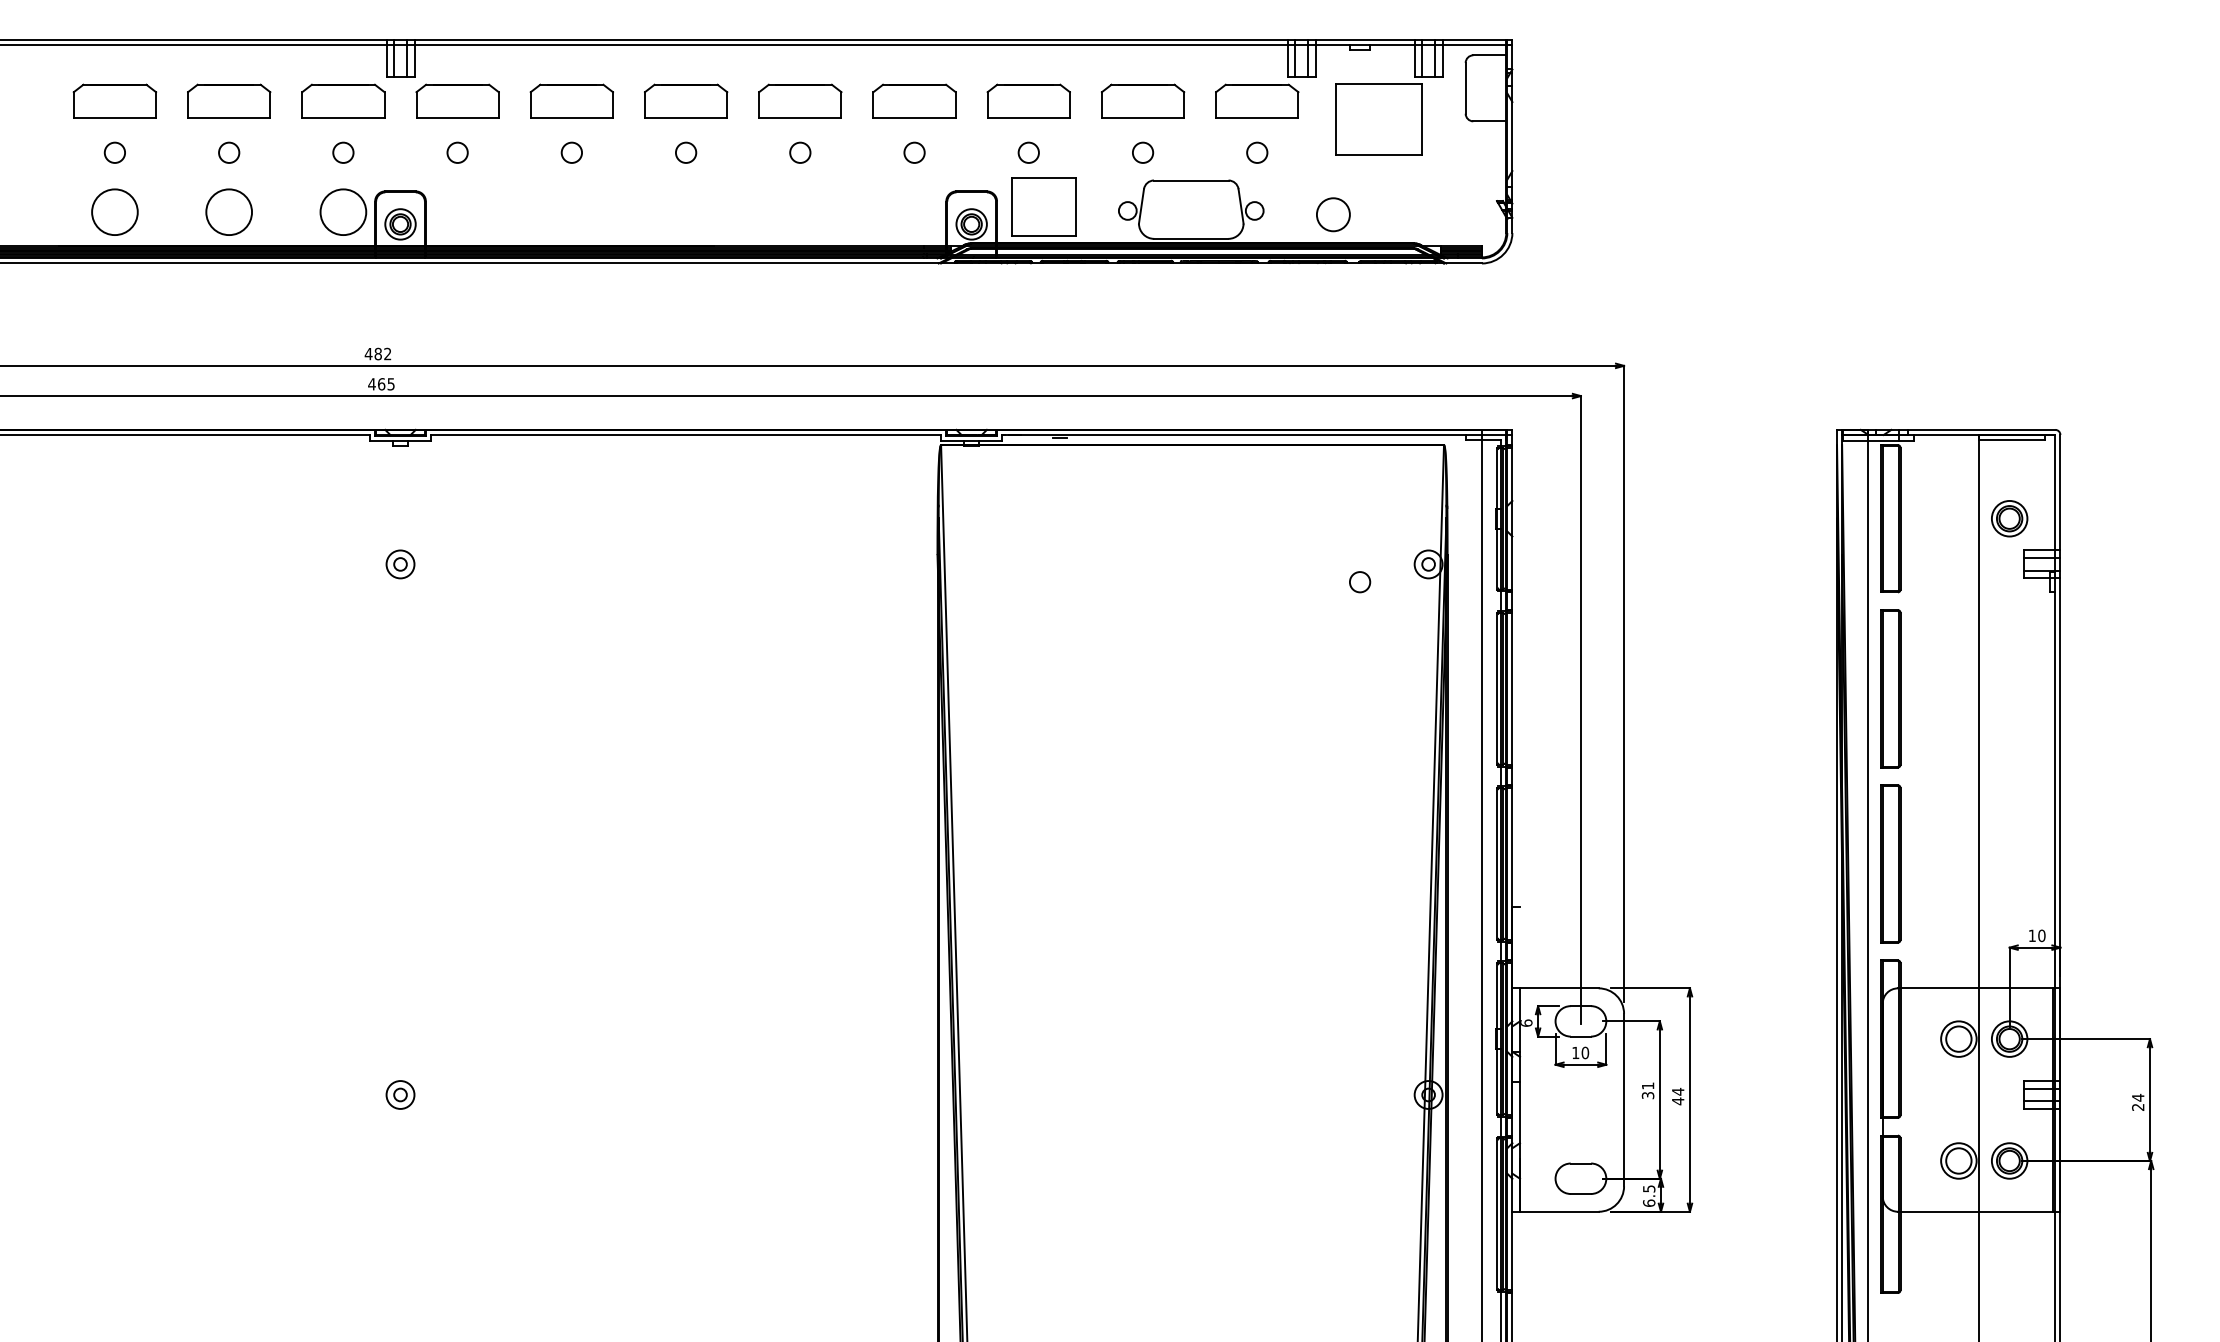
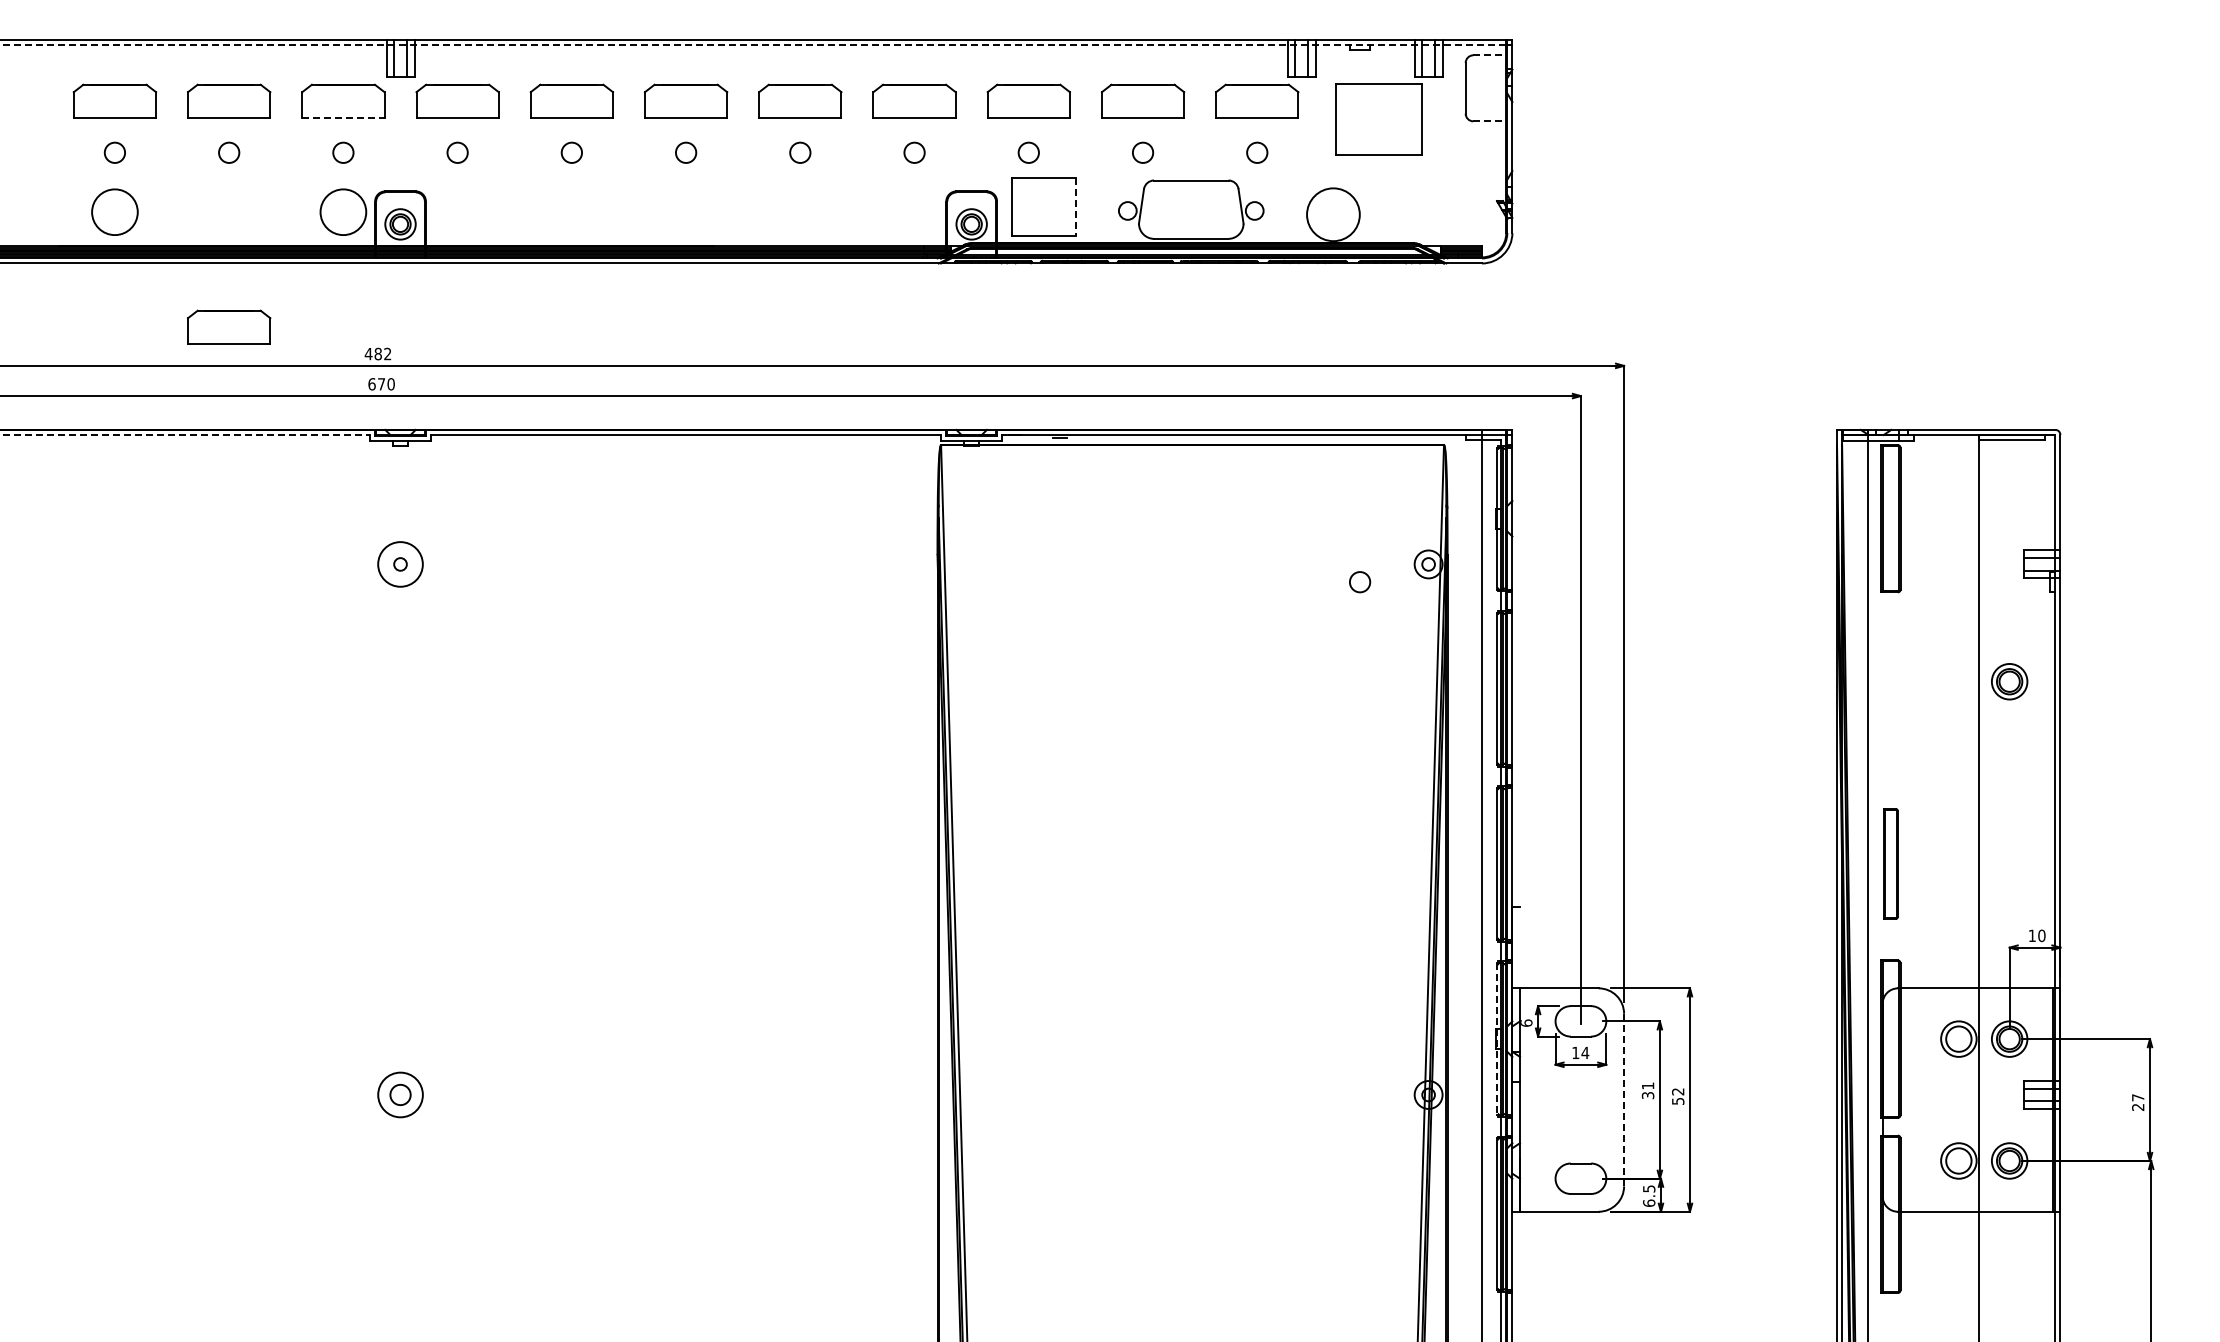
line at (753, 45): solid -> dashed
line at (1489, 55): solid -> dashed
line at (343, 117): solid -> dashed
line at (1489, 121): solid -> dashed
line at (1075, 207): solid -> dashed
circle at (228, 211): present -> none
circle at (1332, 214) diameter: 33 px -> 53 px
part at (229, 326): none -> present
text at (381, 384): 465 -> 670
line at (185, 434): solid -> dashed
part at (2009, 518) position: (2009, 518) -> (2009, 681)
circle at (400, 564) diameter: 28 px -> 45 px
part at (1890, 688): present -> none
part at (1890, 863) size: 22x160 px -> 16x112 px
line at (1496, 1039): solid -> dashed
text at (1585, 1052): 10 -> 14
part at (400, 1094) size: 31x30 px -> 47x48 px
text at (1678, 1096): 44 -> 52
text at (2138, 1097): 24 -> 27
line at (1624, 1100): solid -> dashed
